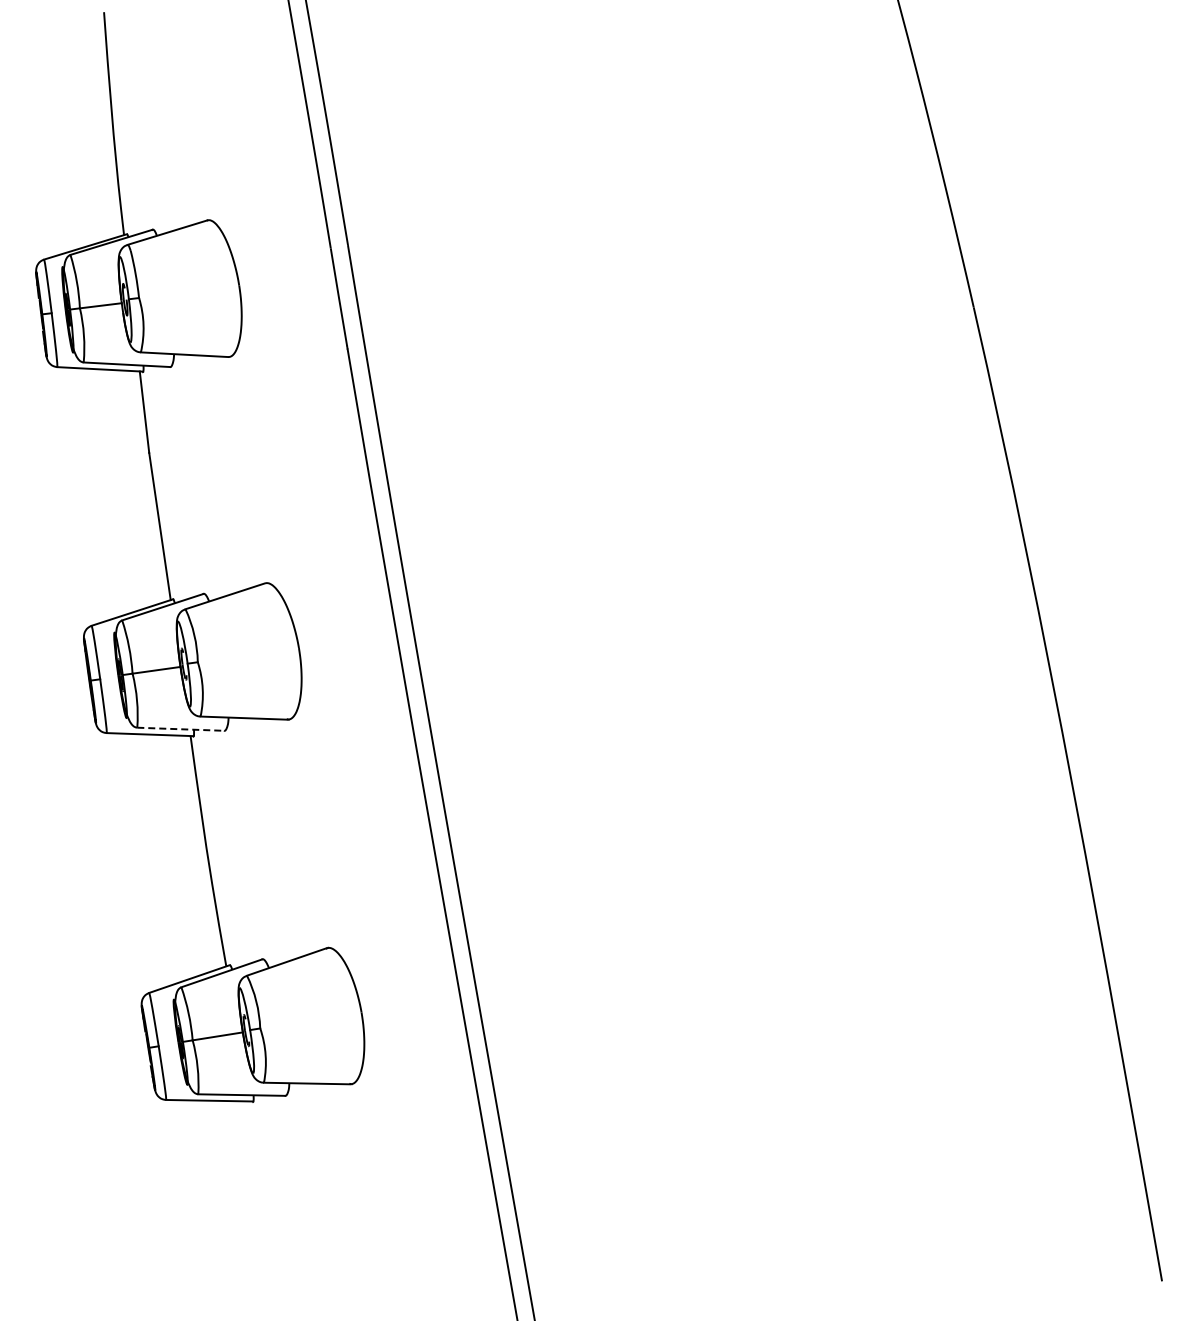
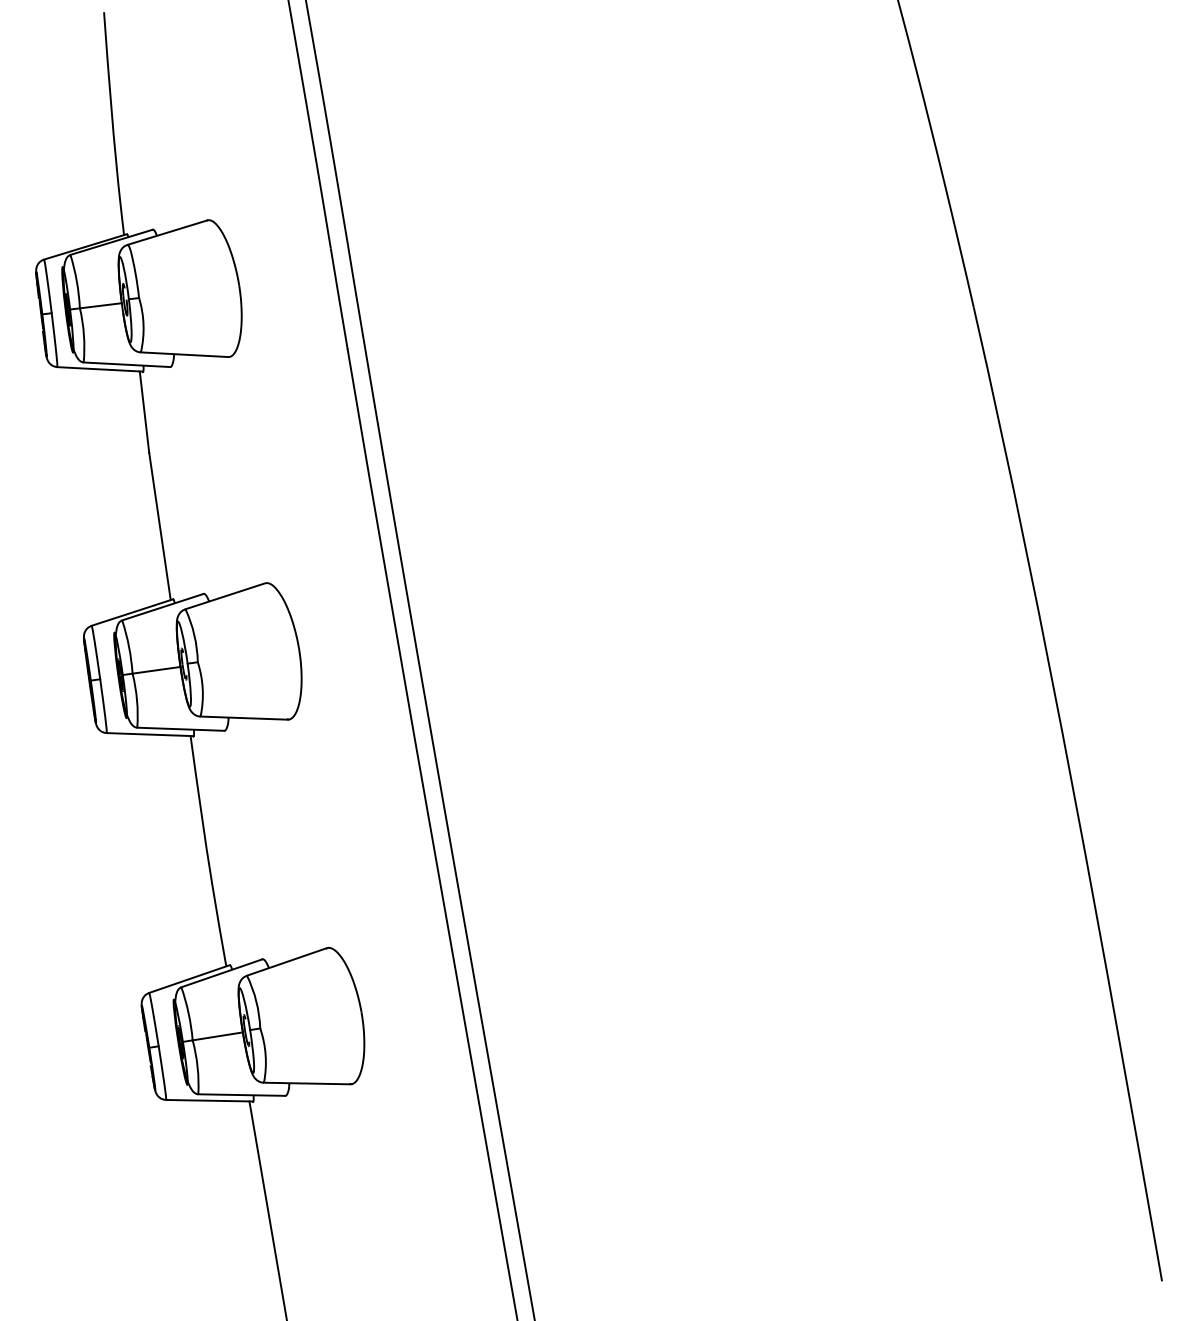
line at (181, 729): dashed -> solid
line at (267, 1209): none -> present
